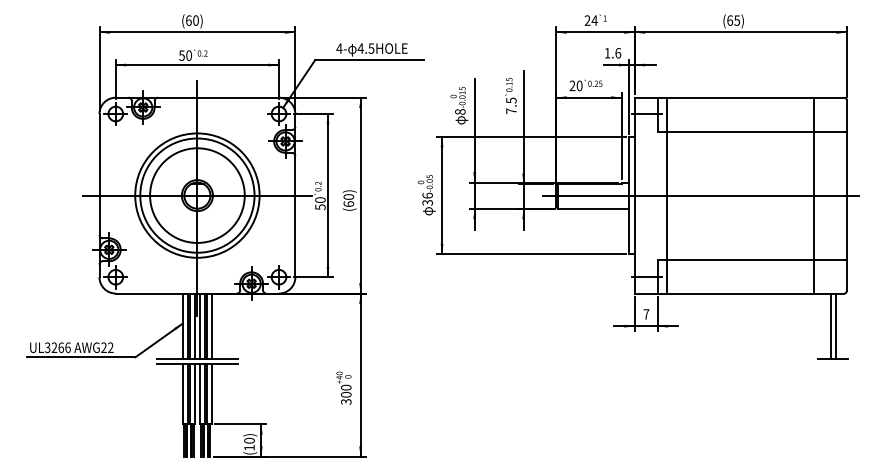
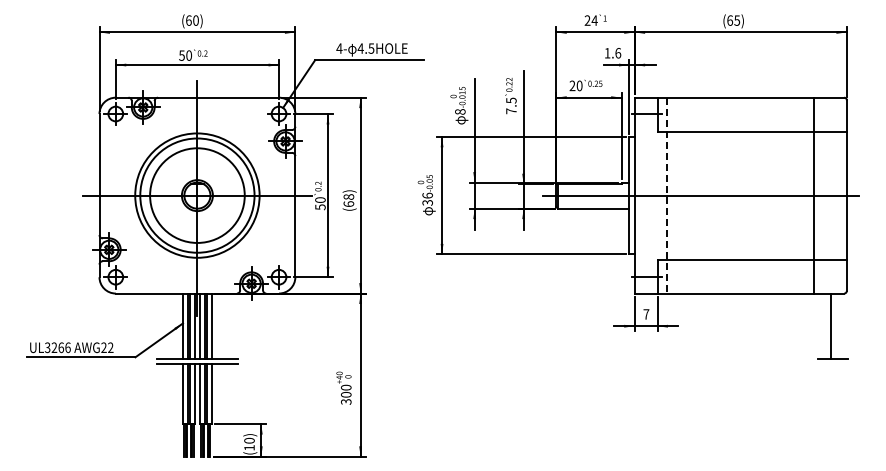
text at (509, 81): 0.15 -> 0.22
line at (667, 195): solid -> dashed
text at (348, 196): 60 -> 68
line at (836, 326): present -> none
